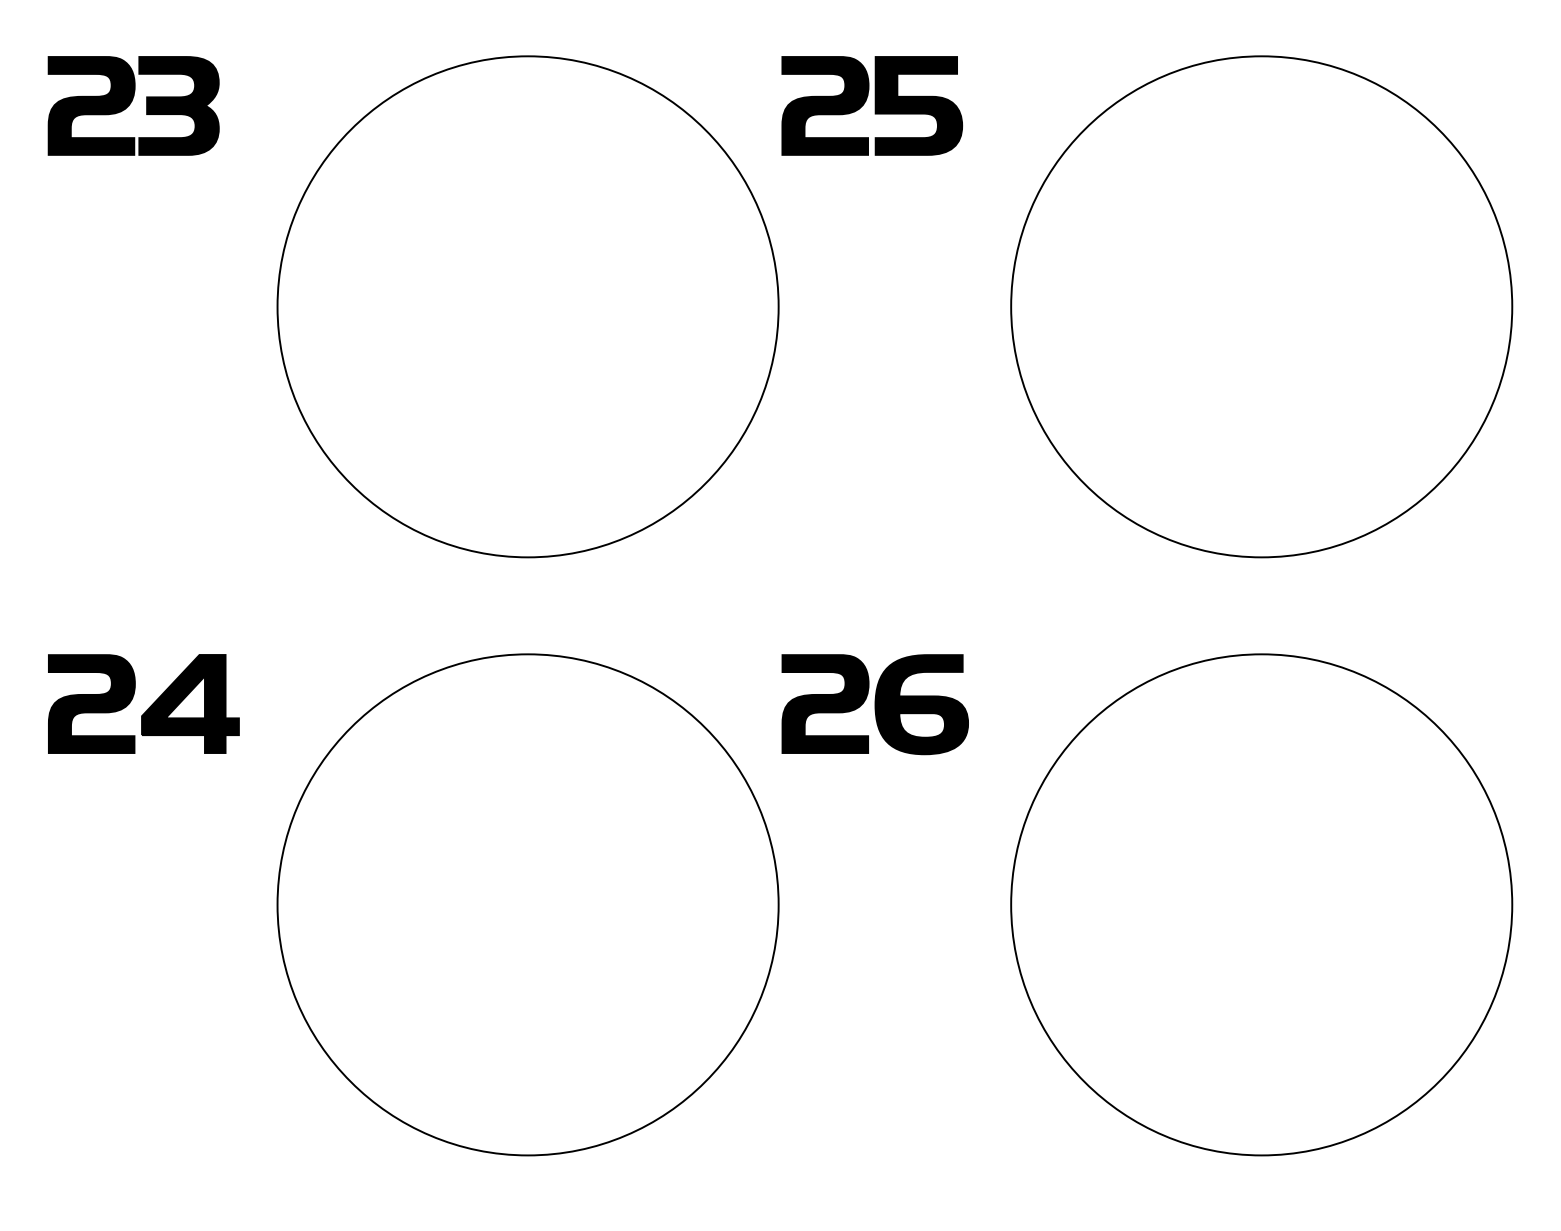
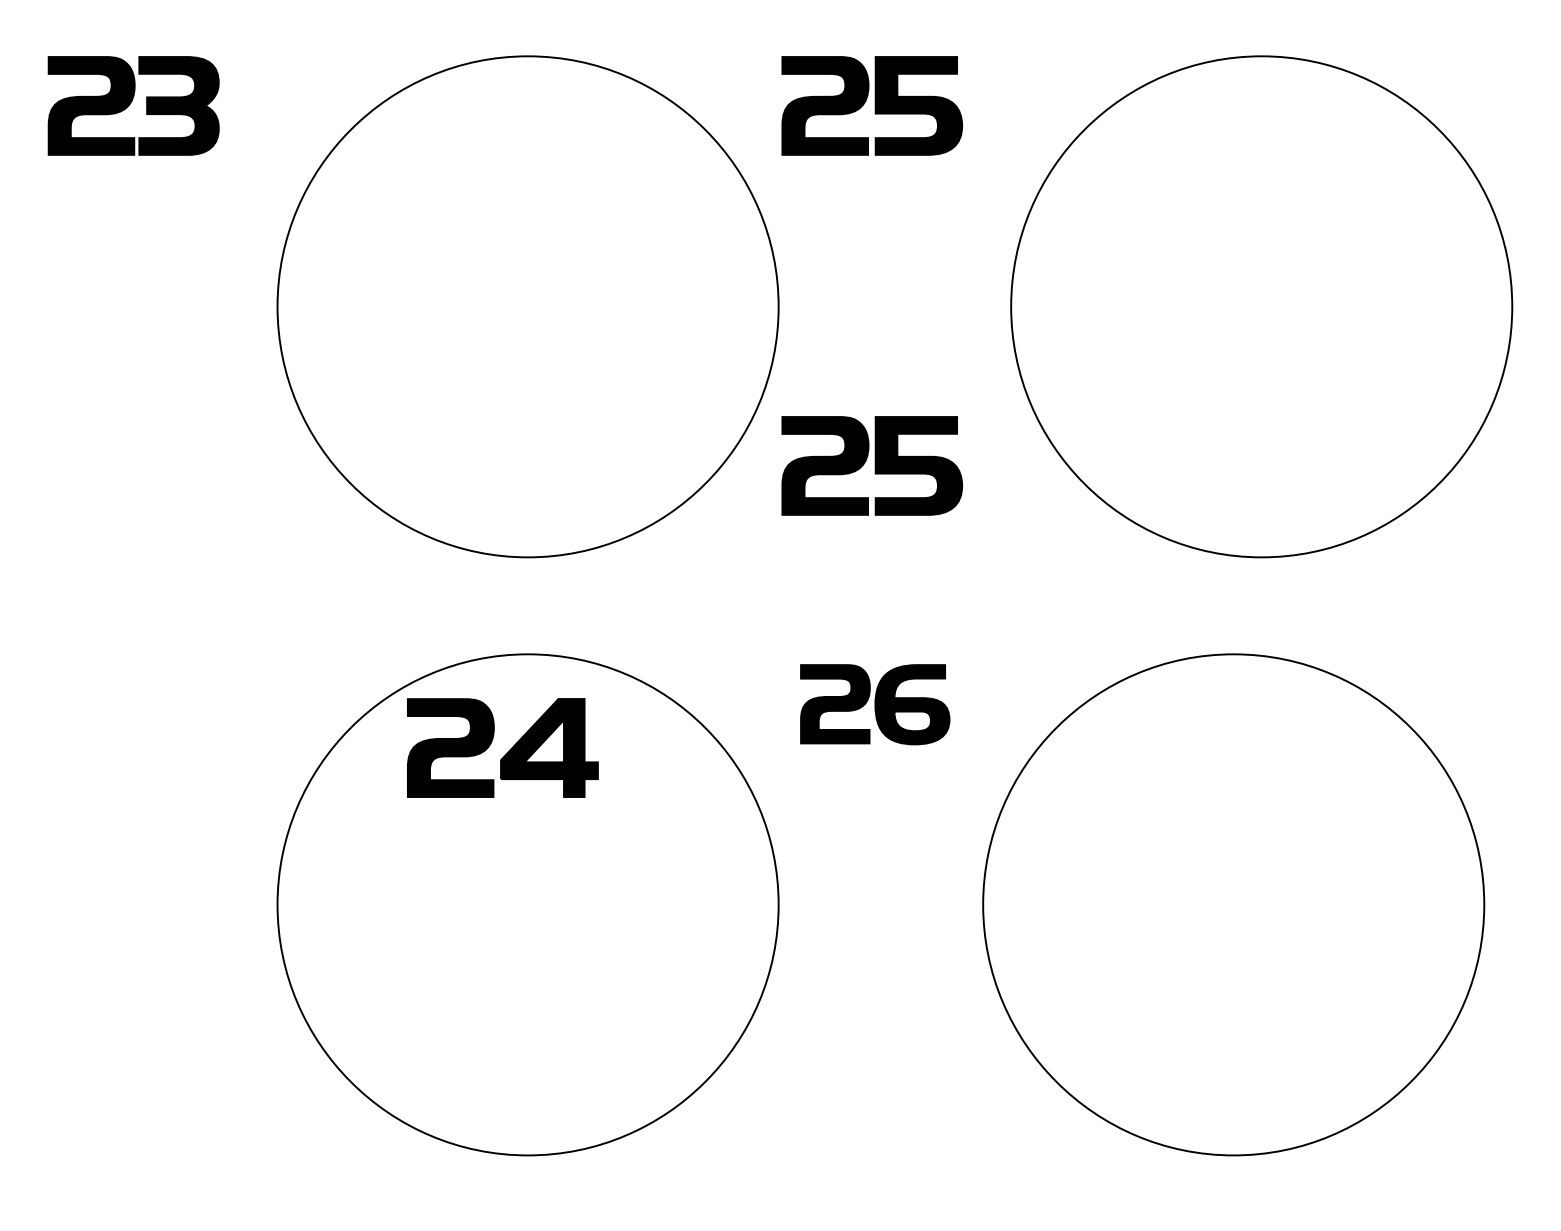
part at (871, 465): none -> present
part at (874, 704) size: 188x102 px -> 151x82 px
part at (148, 707) position: (148, 707) -> (507, 751)
part at (1261, 904) position: (1261, 904) -> (1233, 904)
